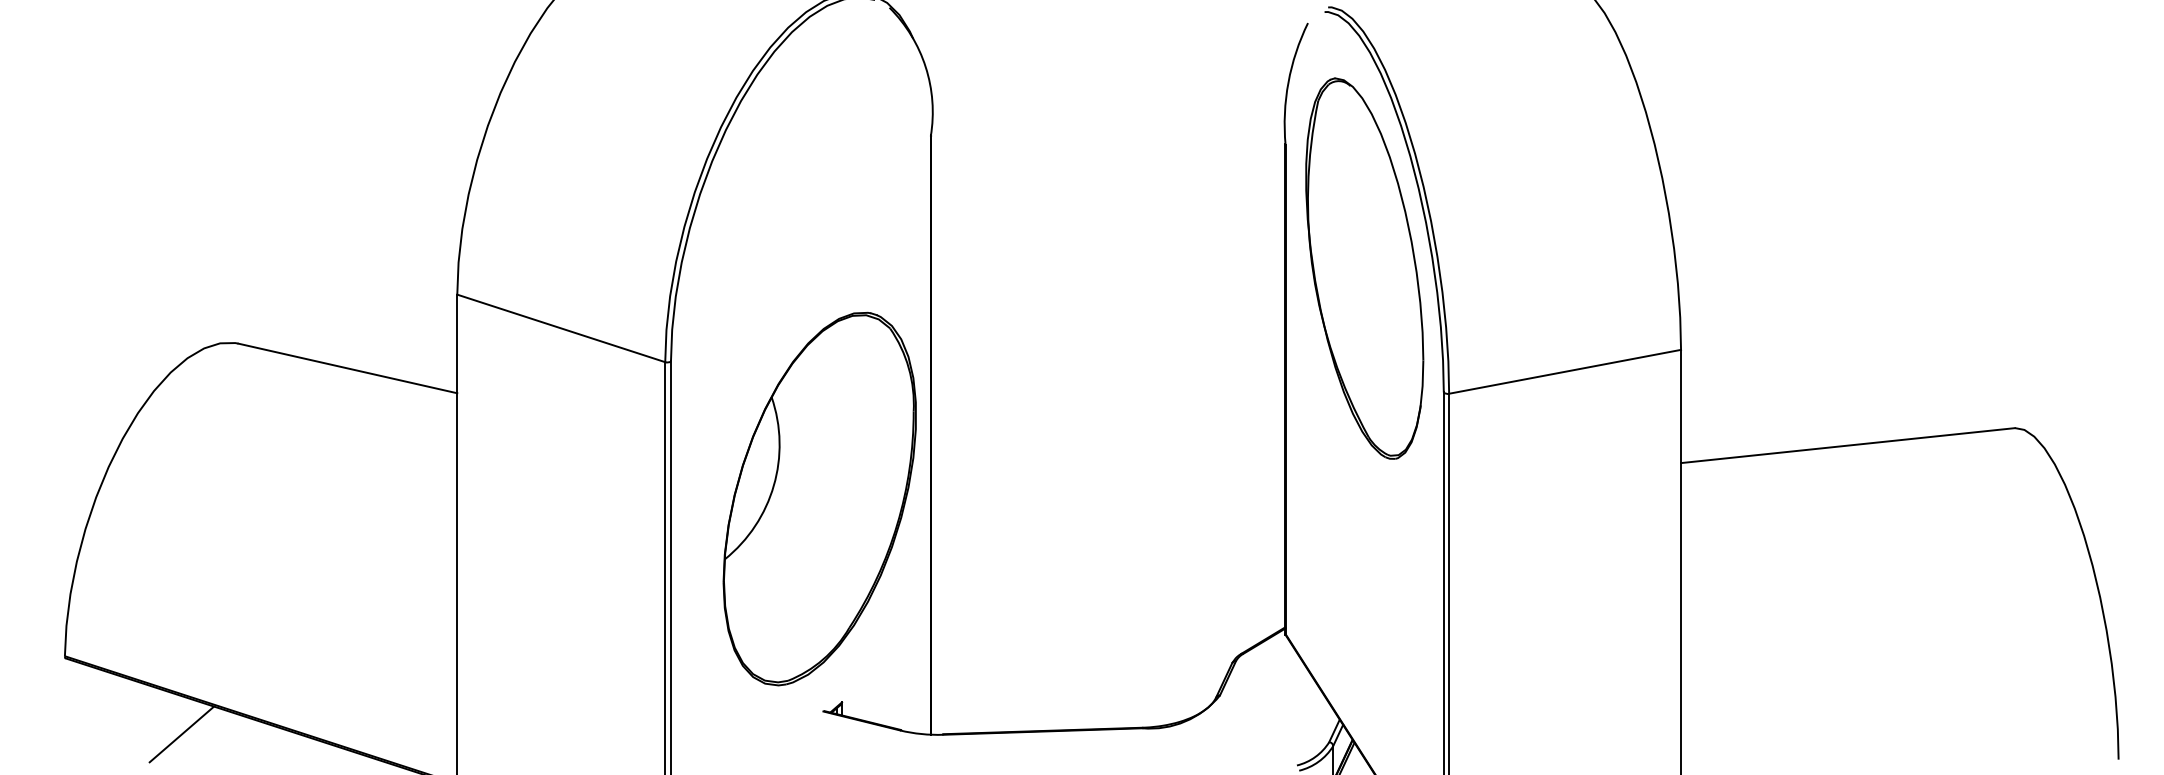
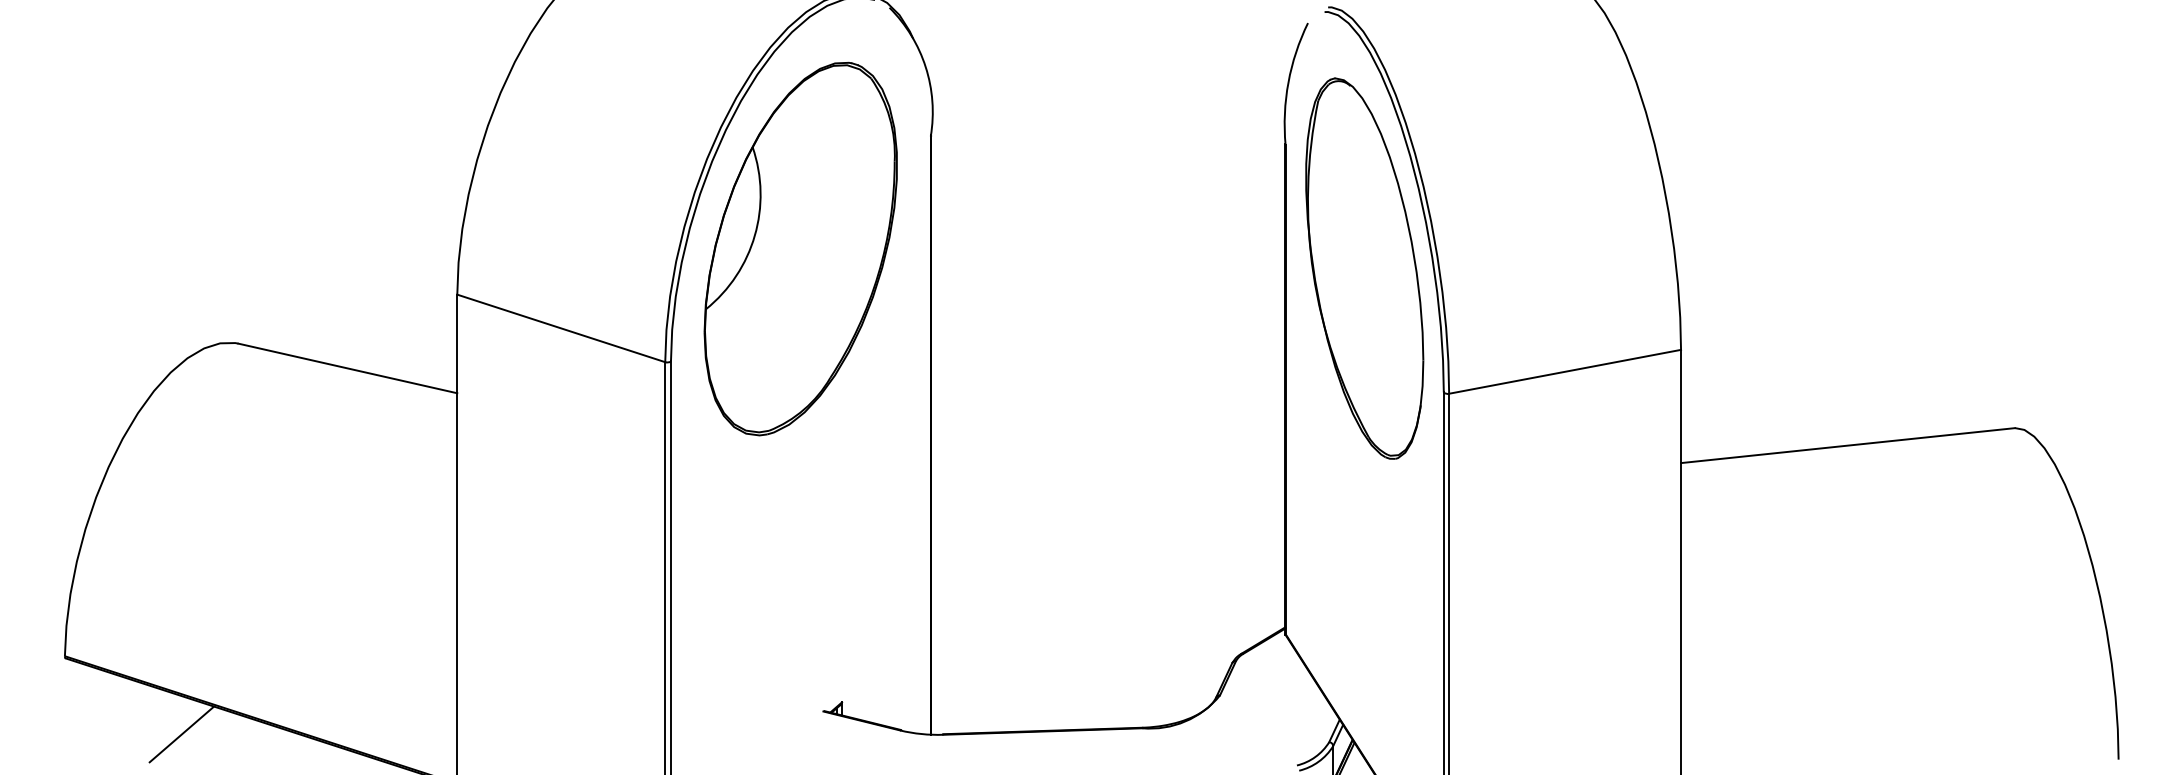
part at (819, 498) position: (819, 498) -> (800, 248)
